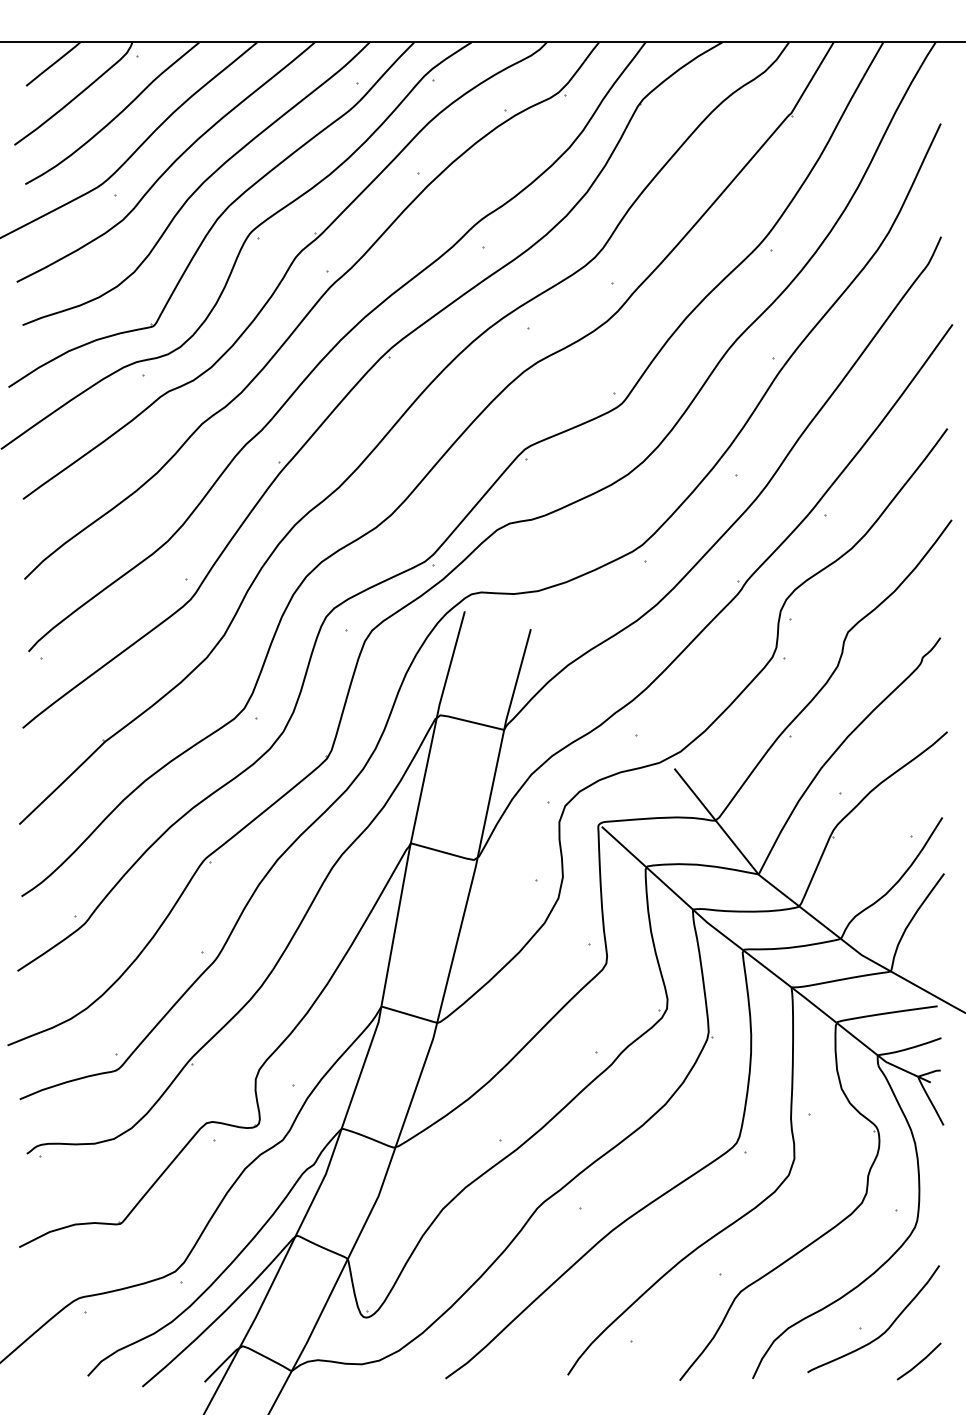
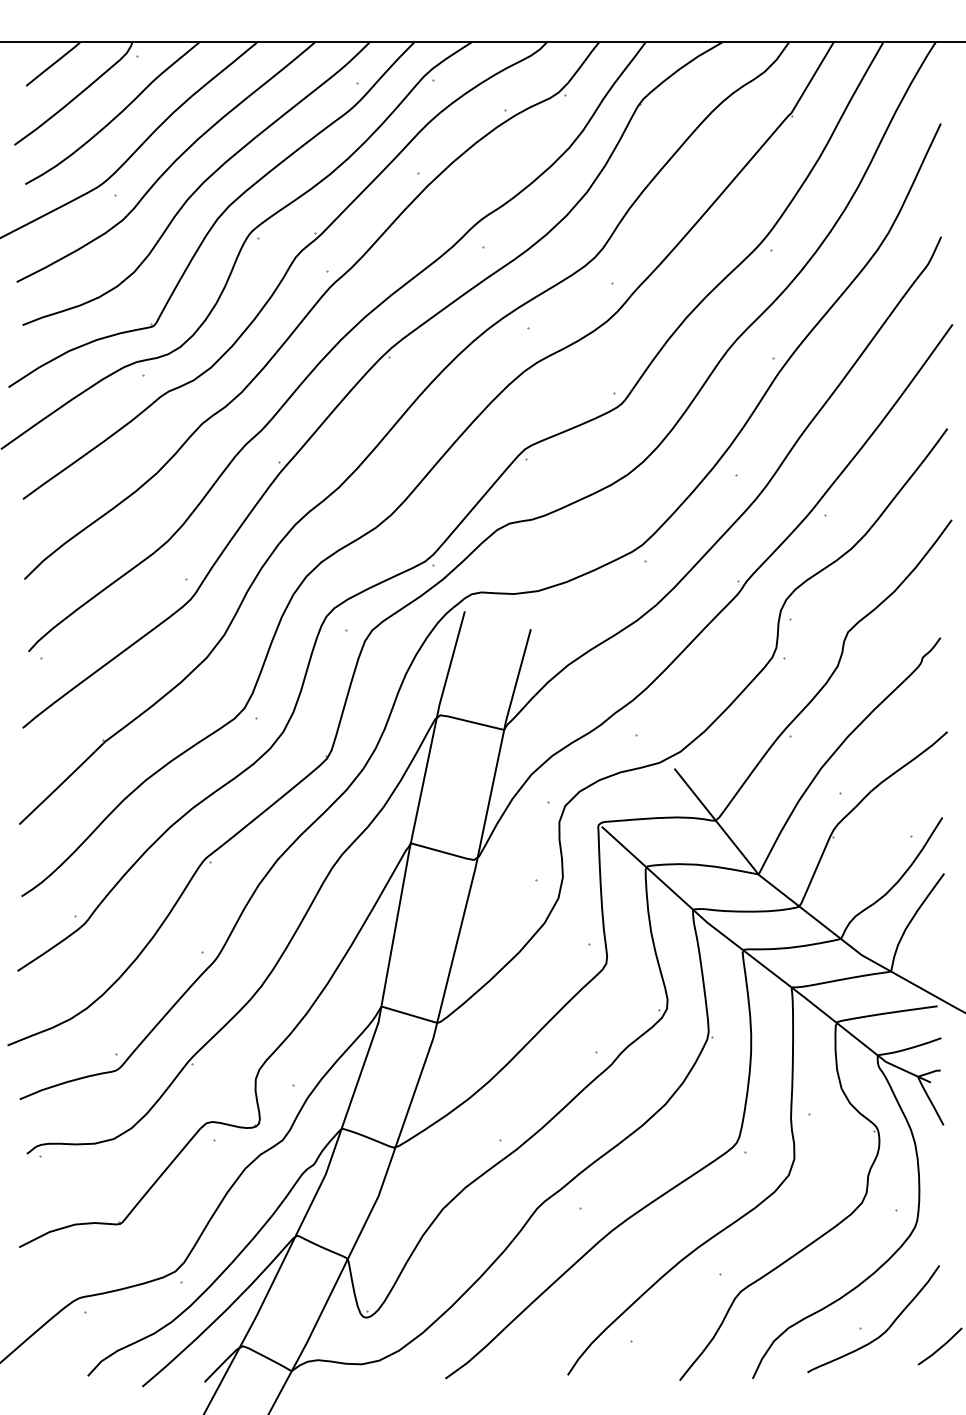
line at (919, 1361) position: (919, 1361) -> (940, 1346)
